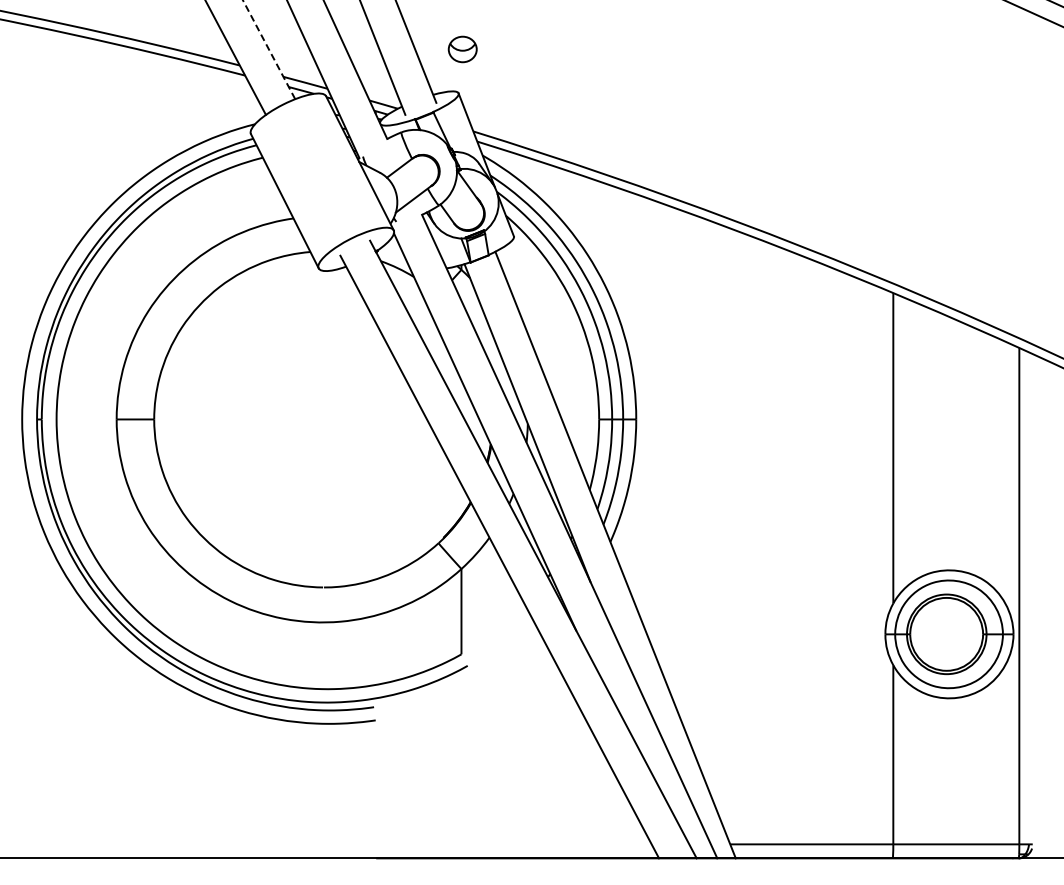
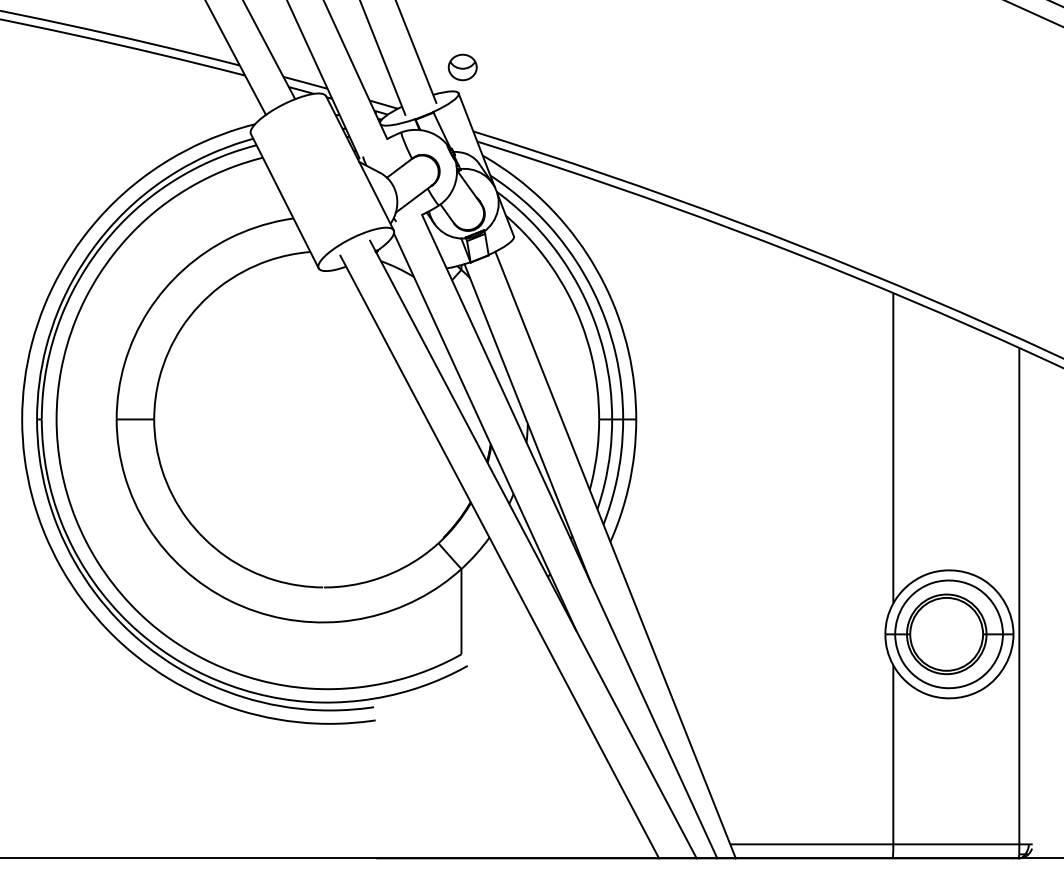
line at (269, 49): dashed -> solid
part at (462, 49) position: (462, 49) -> (462, 67)
